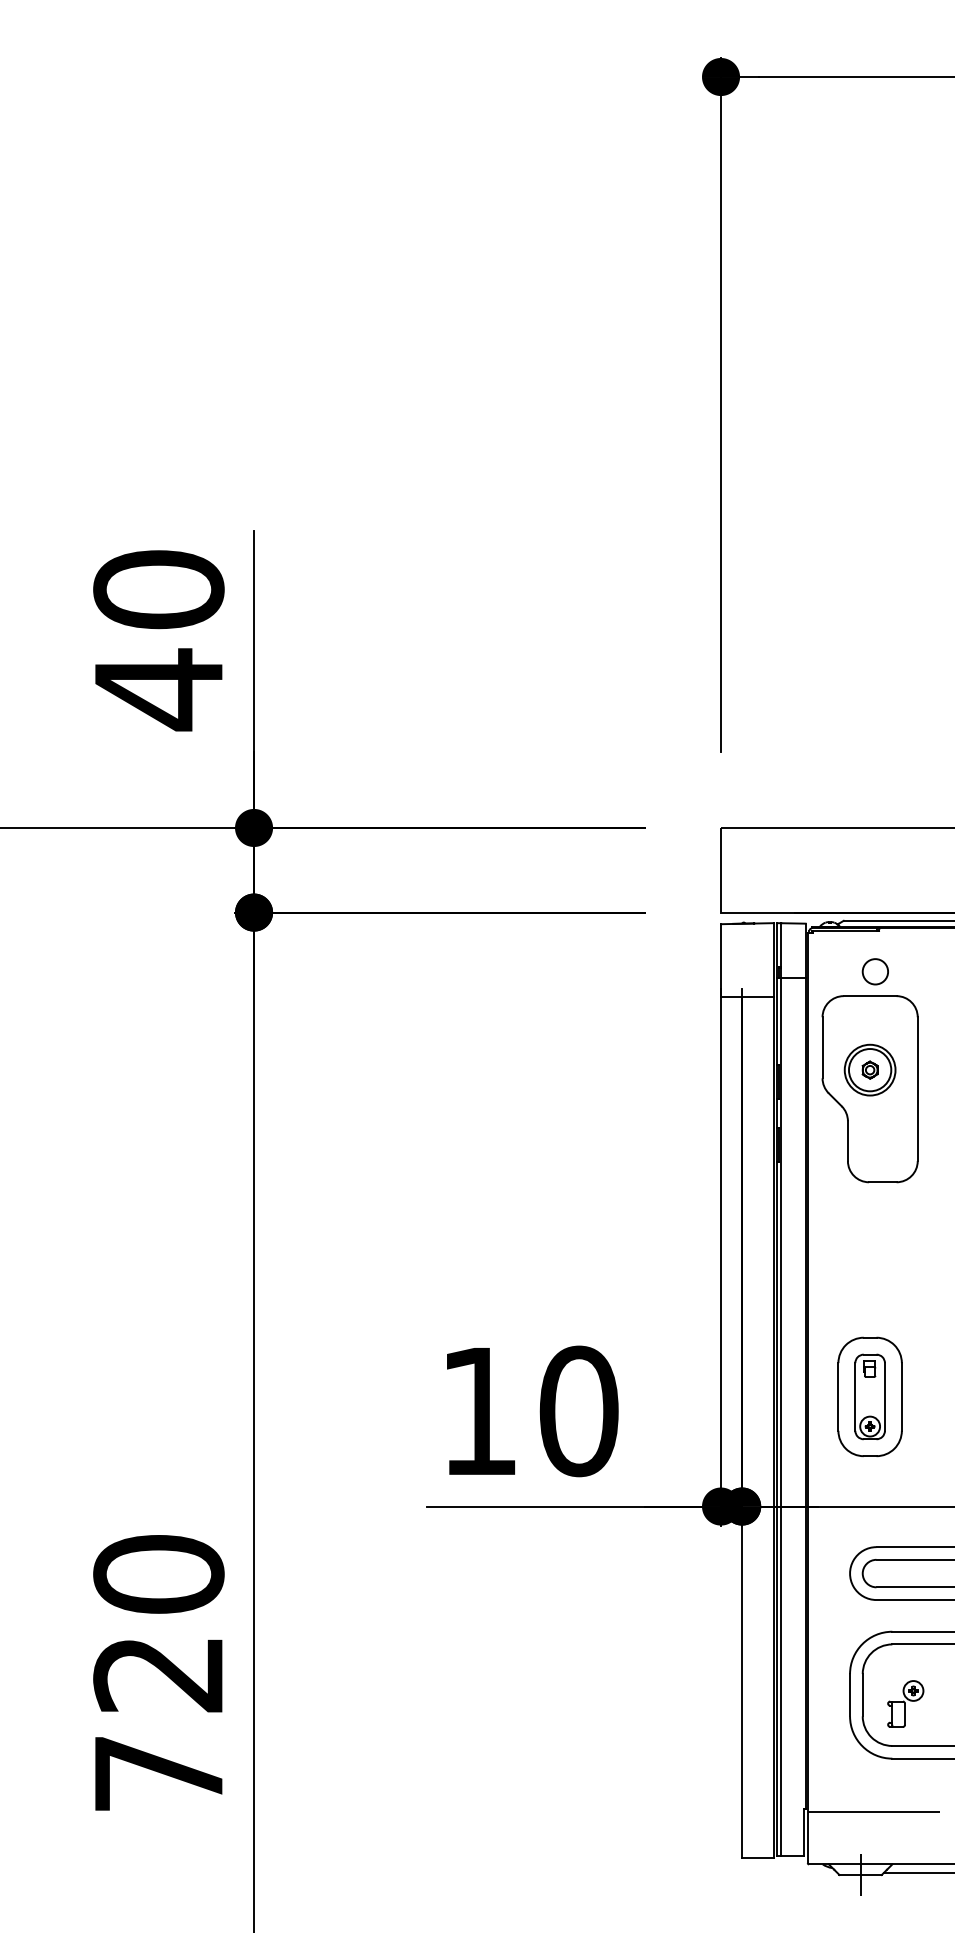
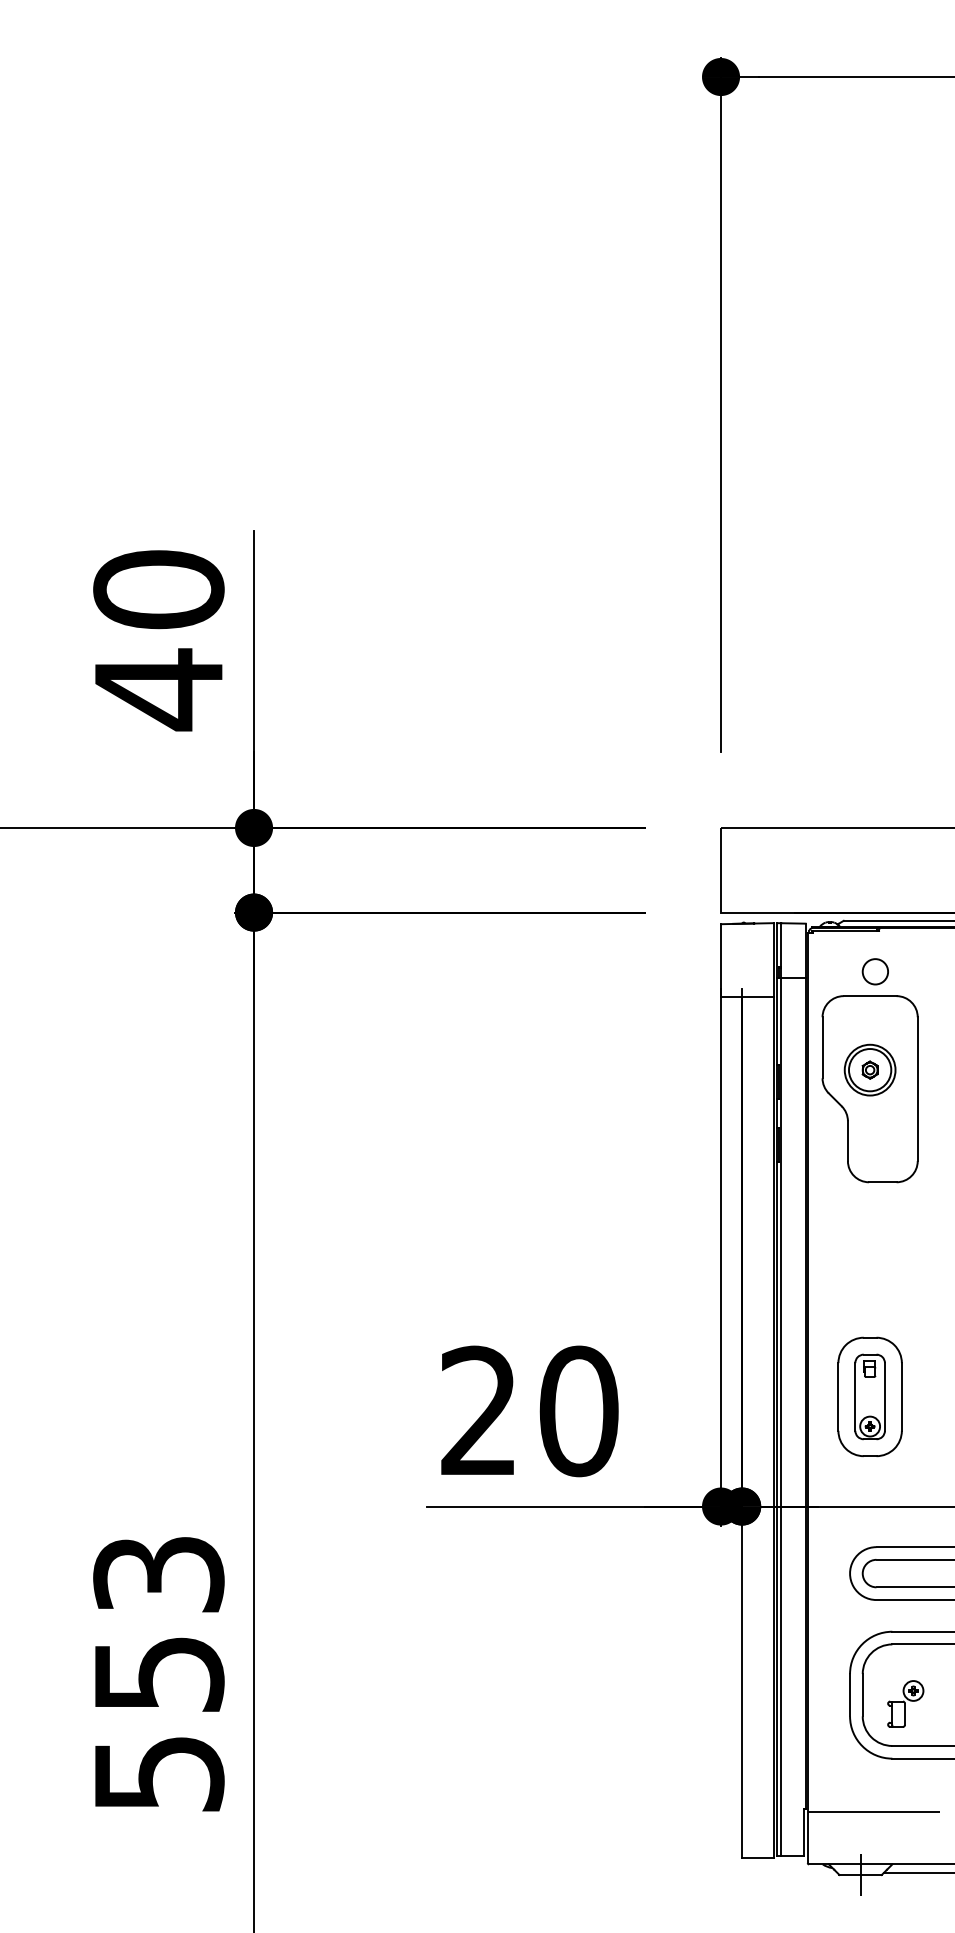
text at (478, 1409): 10 -> 20
text at (158, 1673): 720 -> 553
